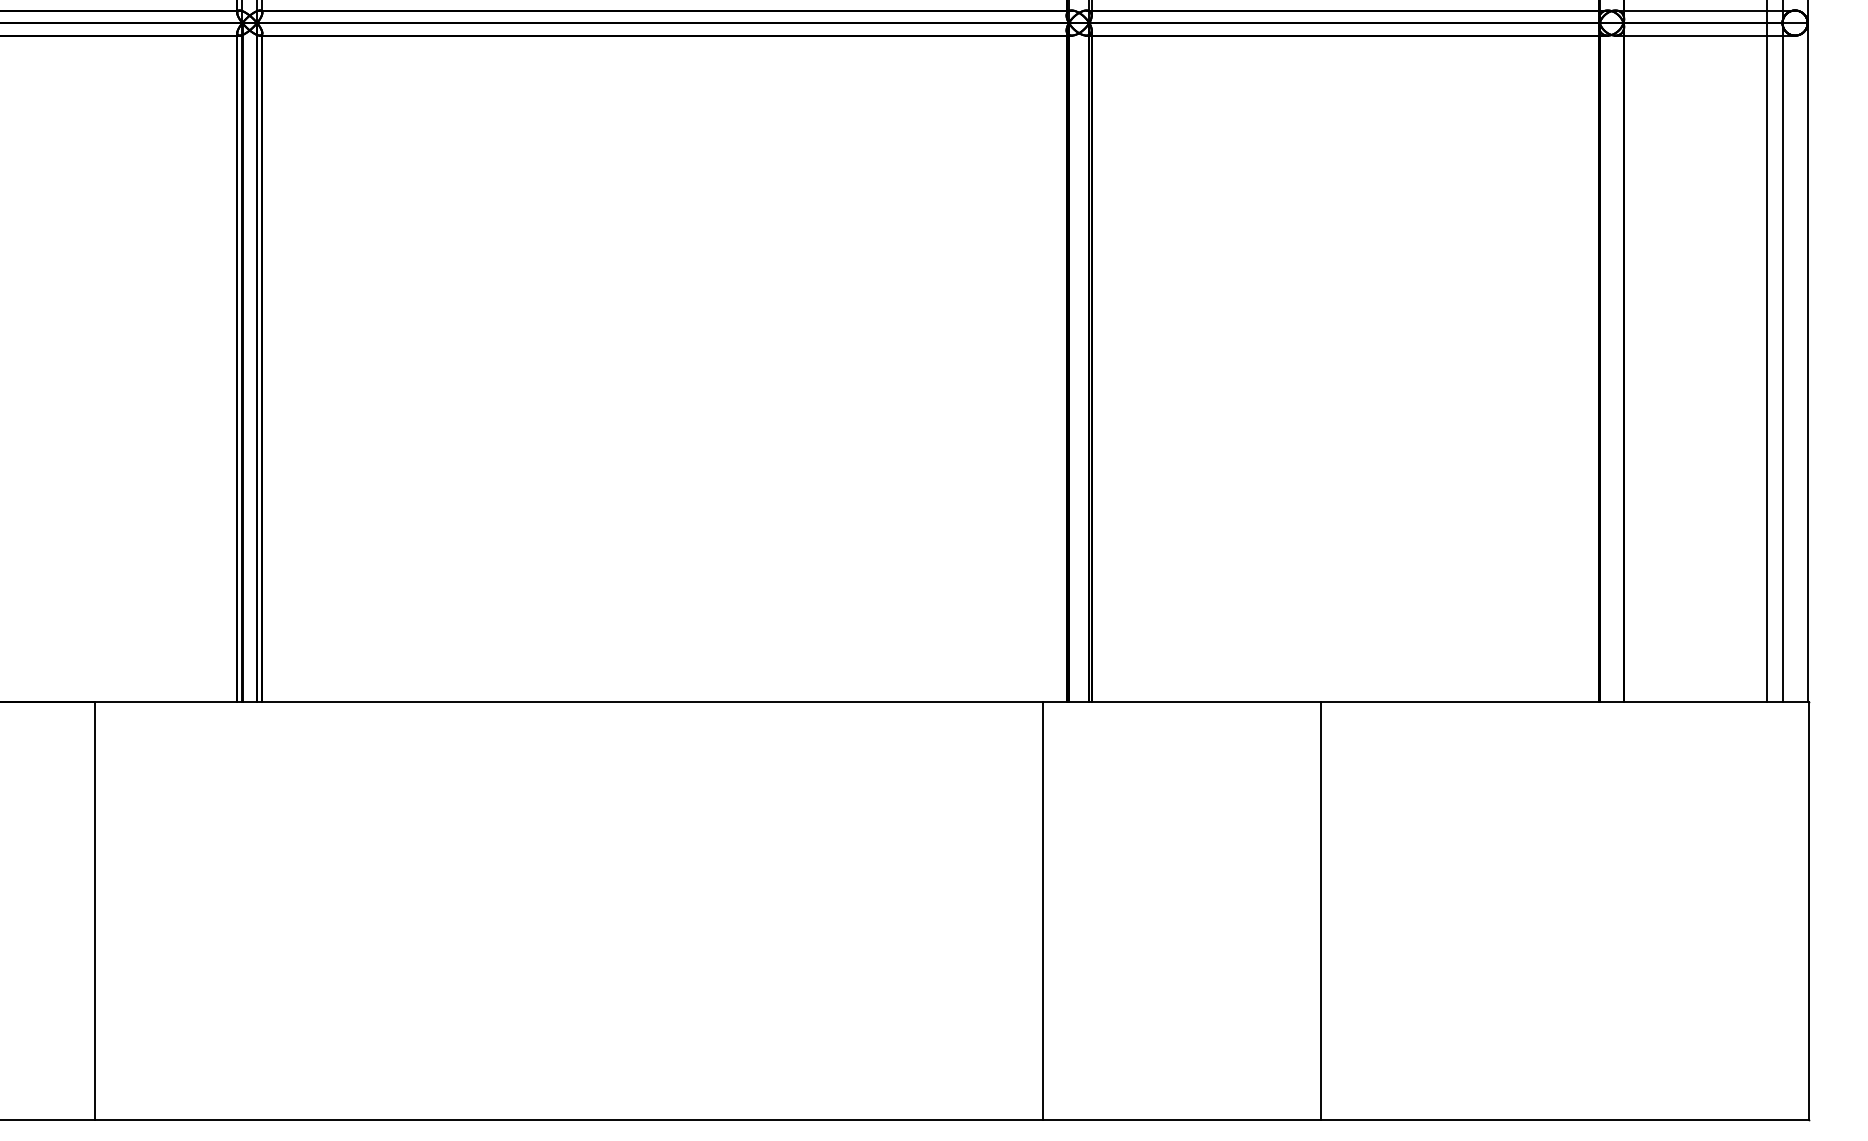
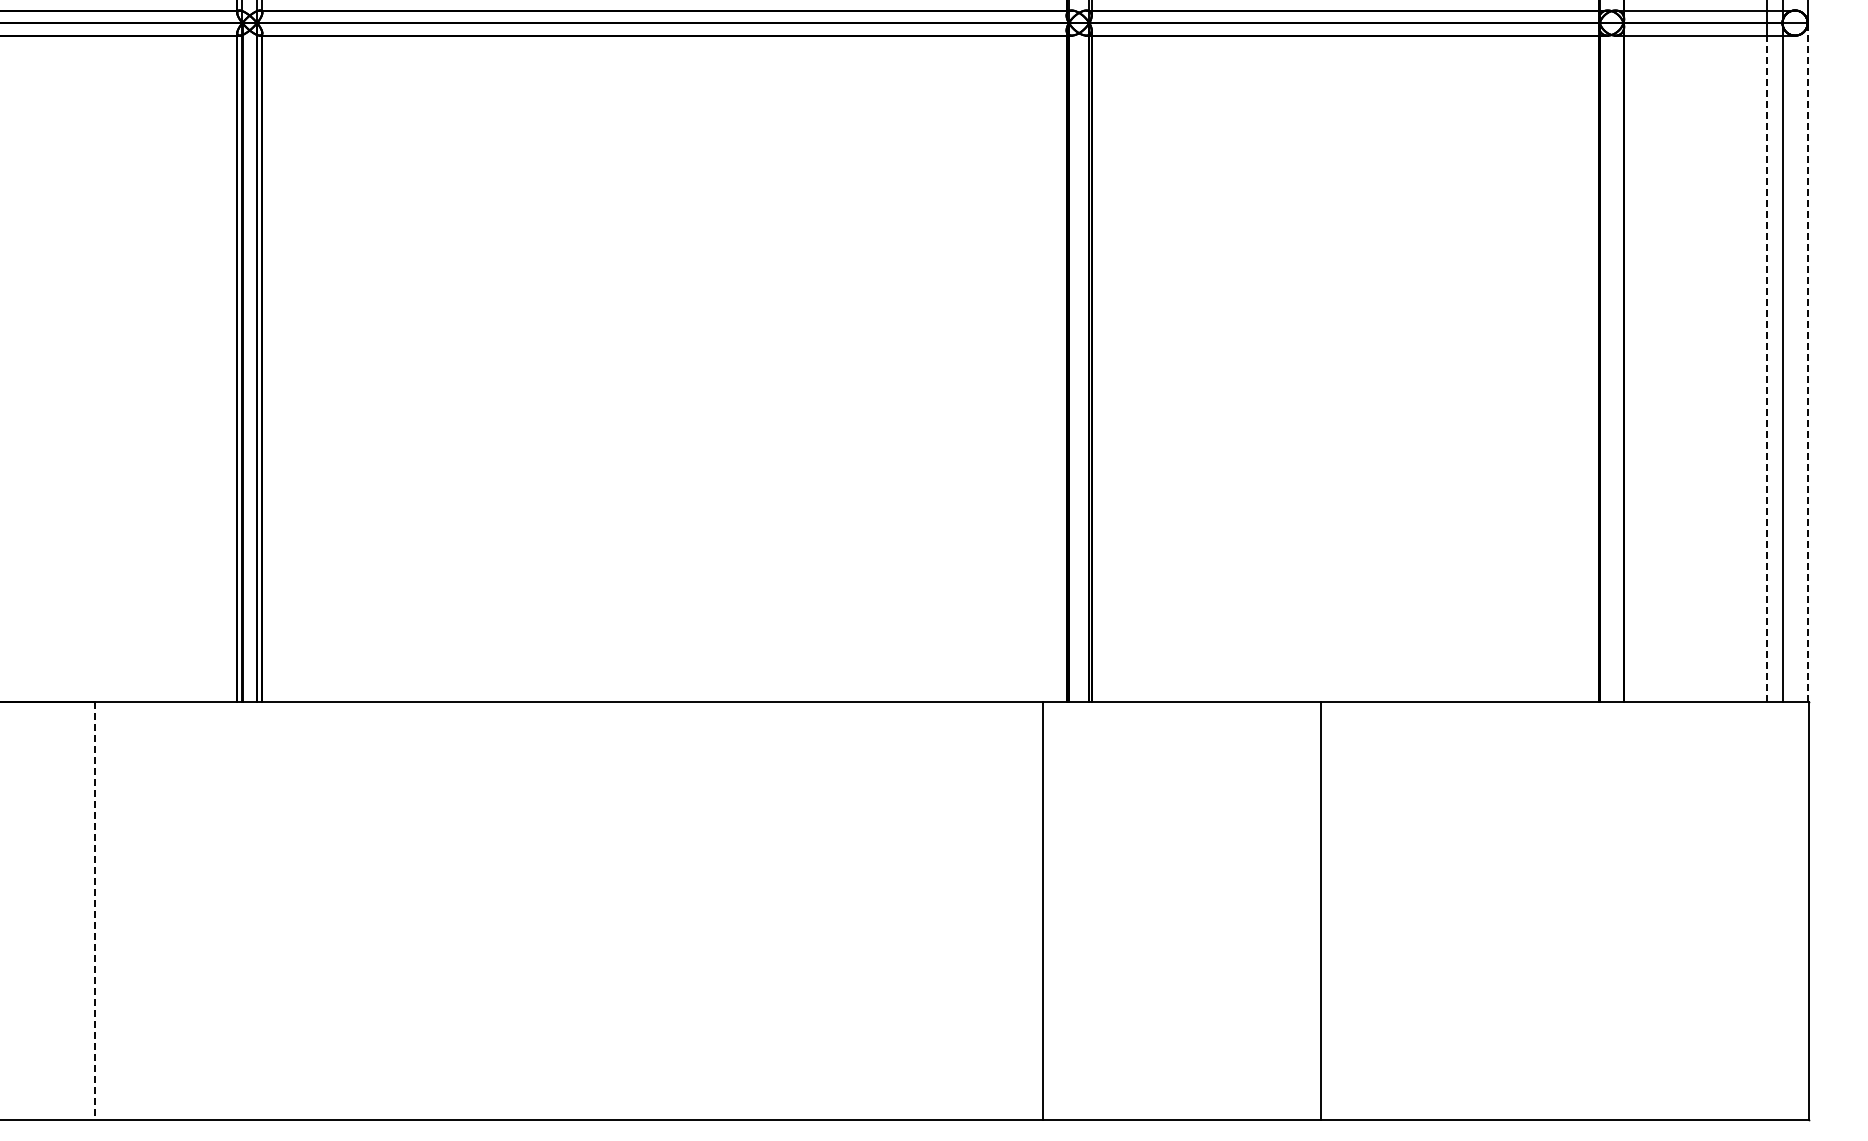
line at (1807, 361): solid -> dashed
line at (1767, 368): solid -> dashed
line at (94, 911): solid -> dashed
